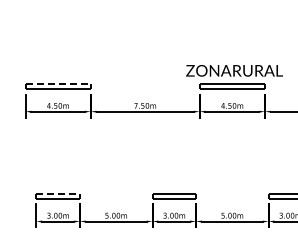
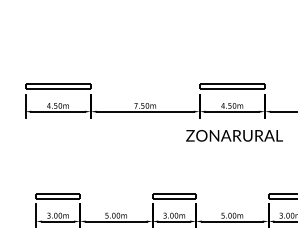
text at (234, 70) position: (234, 70) -> (234, 135)
line at (58, 83): dashed -> solid
line at (58, 193): dashed -> solid
